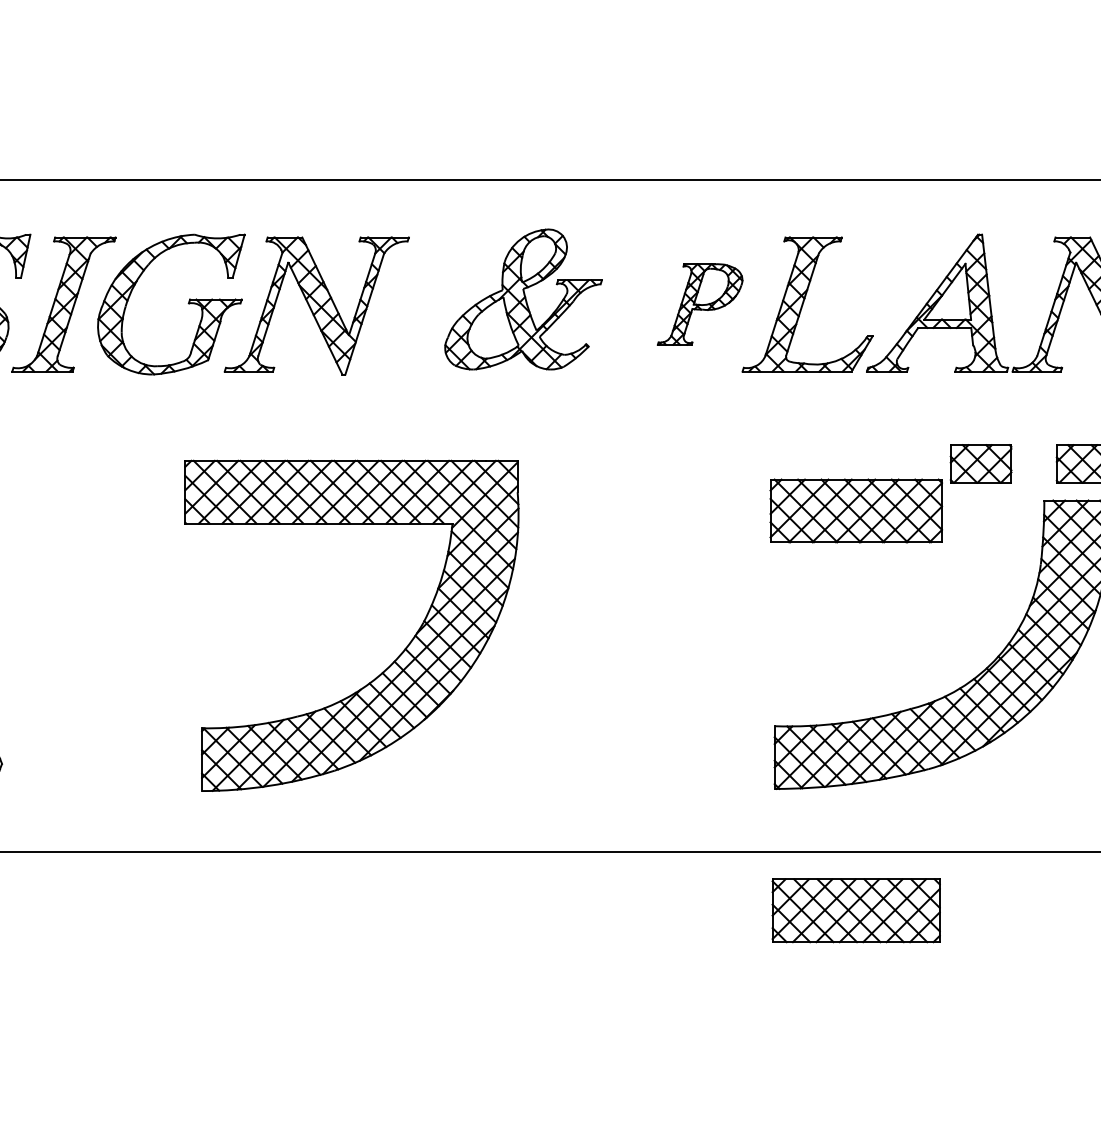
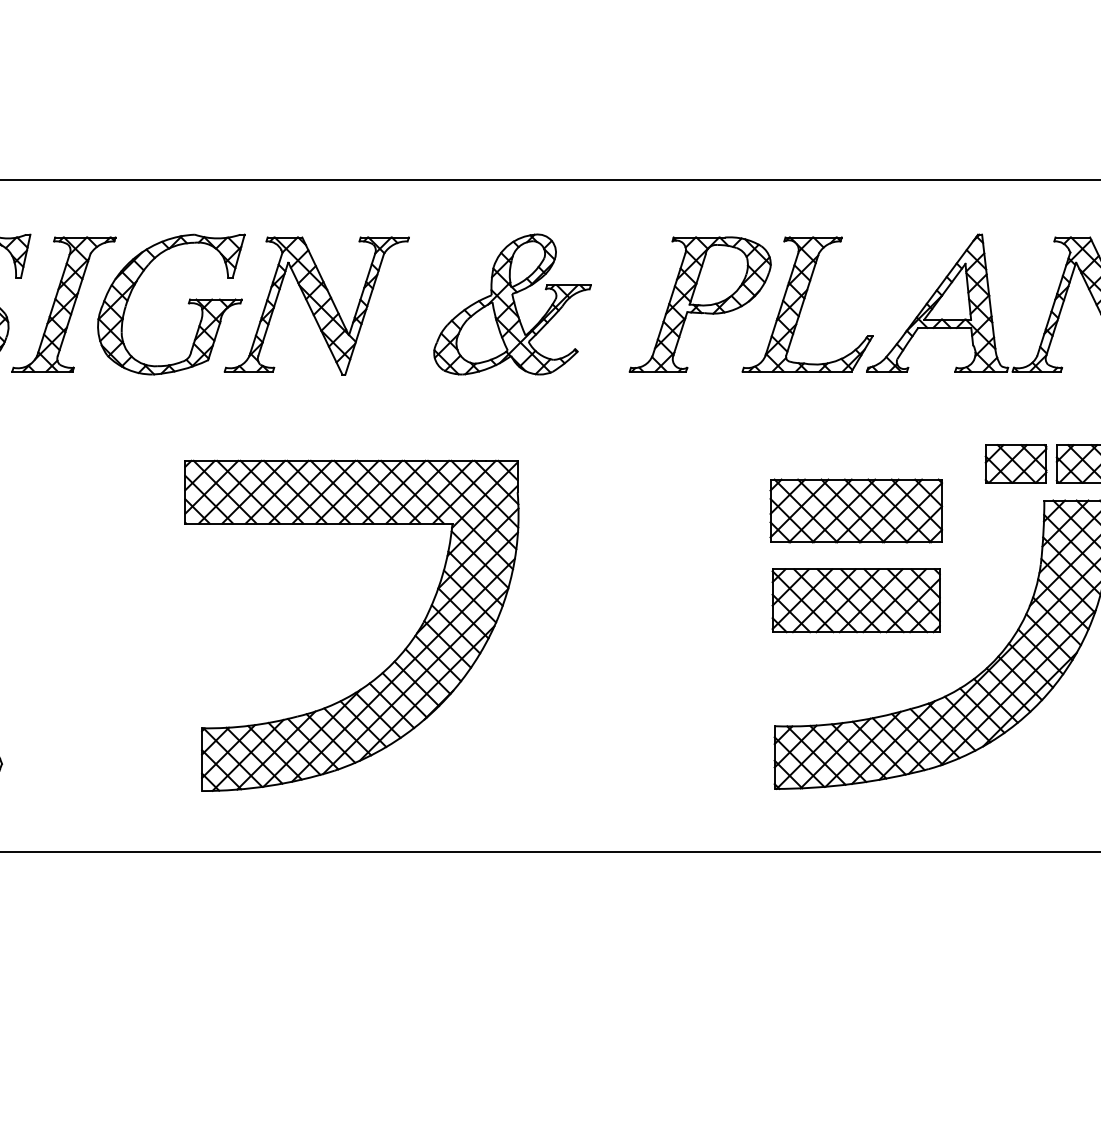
part at (523, 299) position: (523, 299) -> (512, 304)
part at (699, 304) size: 88x83 px -> 144x137 px
part at (980, 463) position: (980, 463) -> (1015, 463)
part at (855, 910) position: (855, 910) -> (855, 600)
